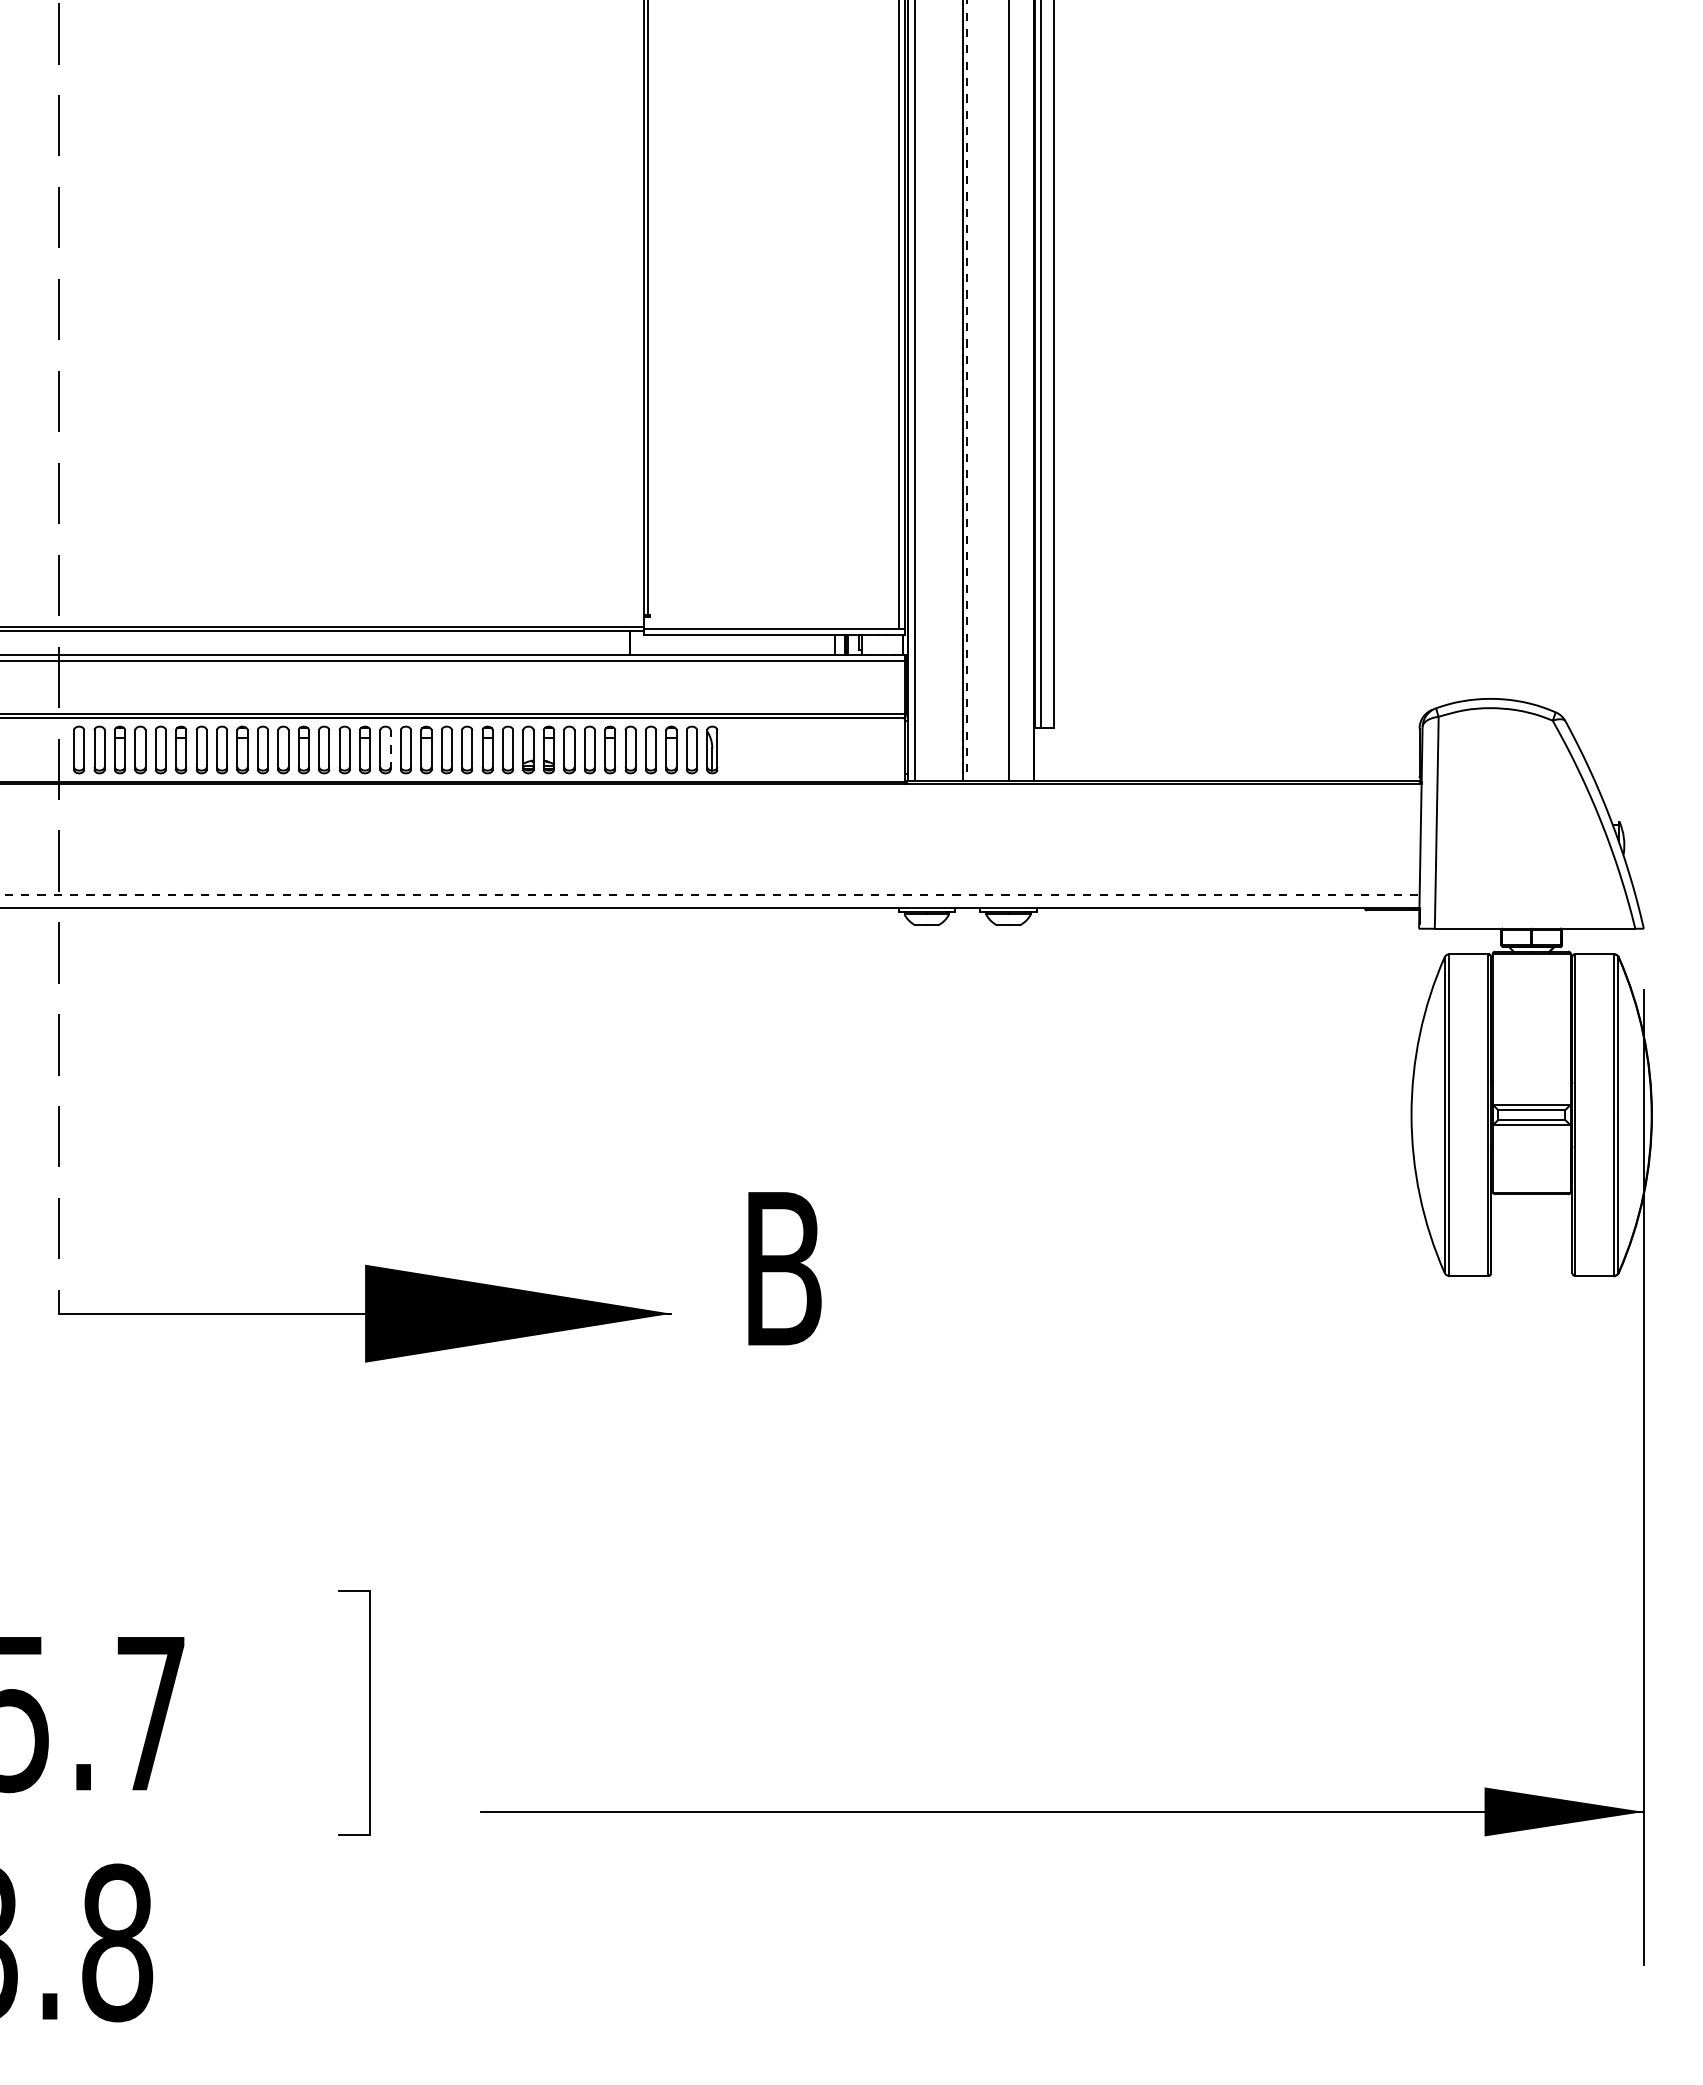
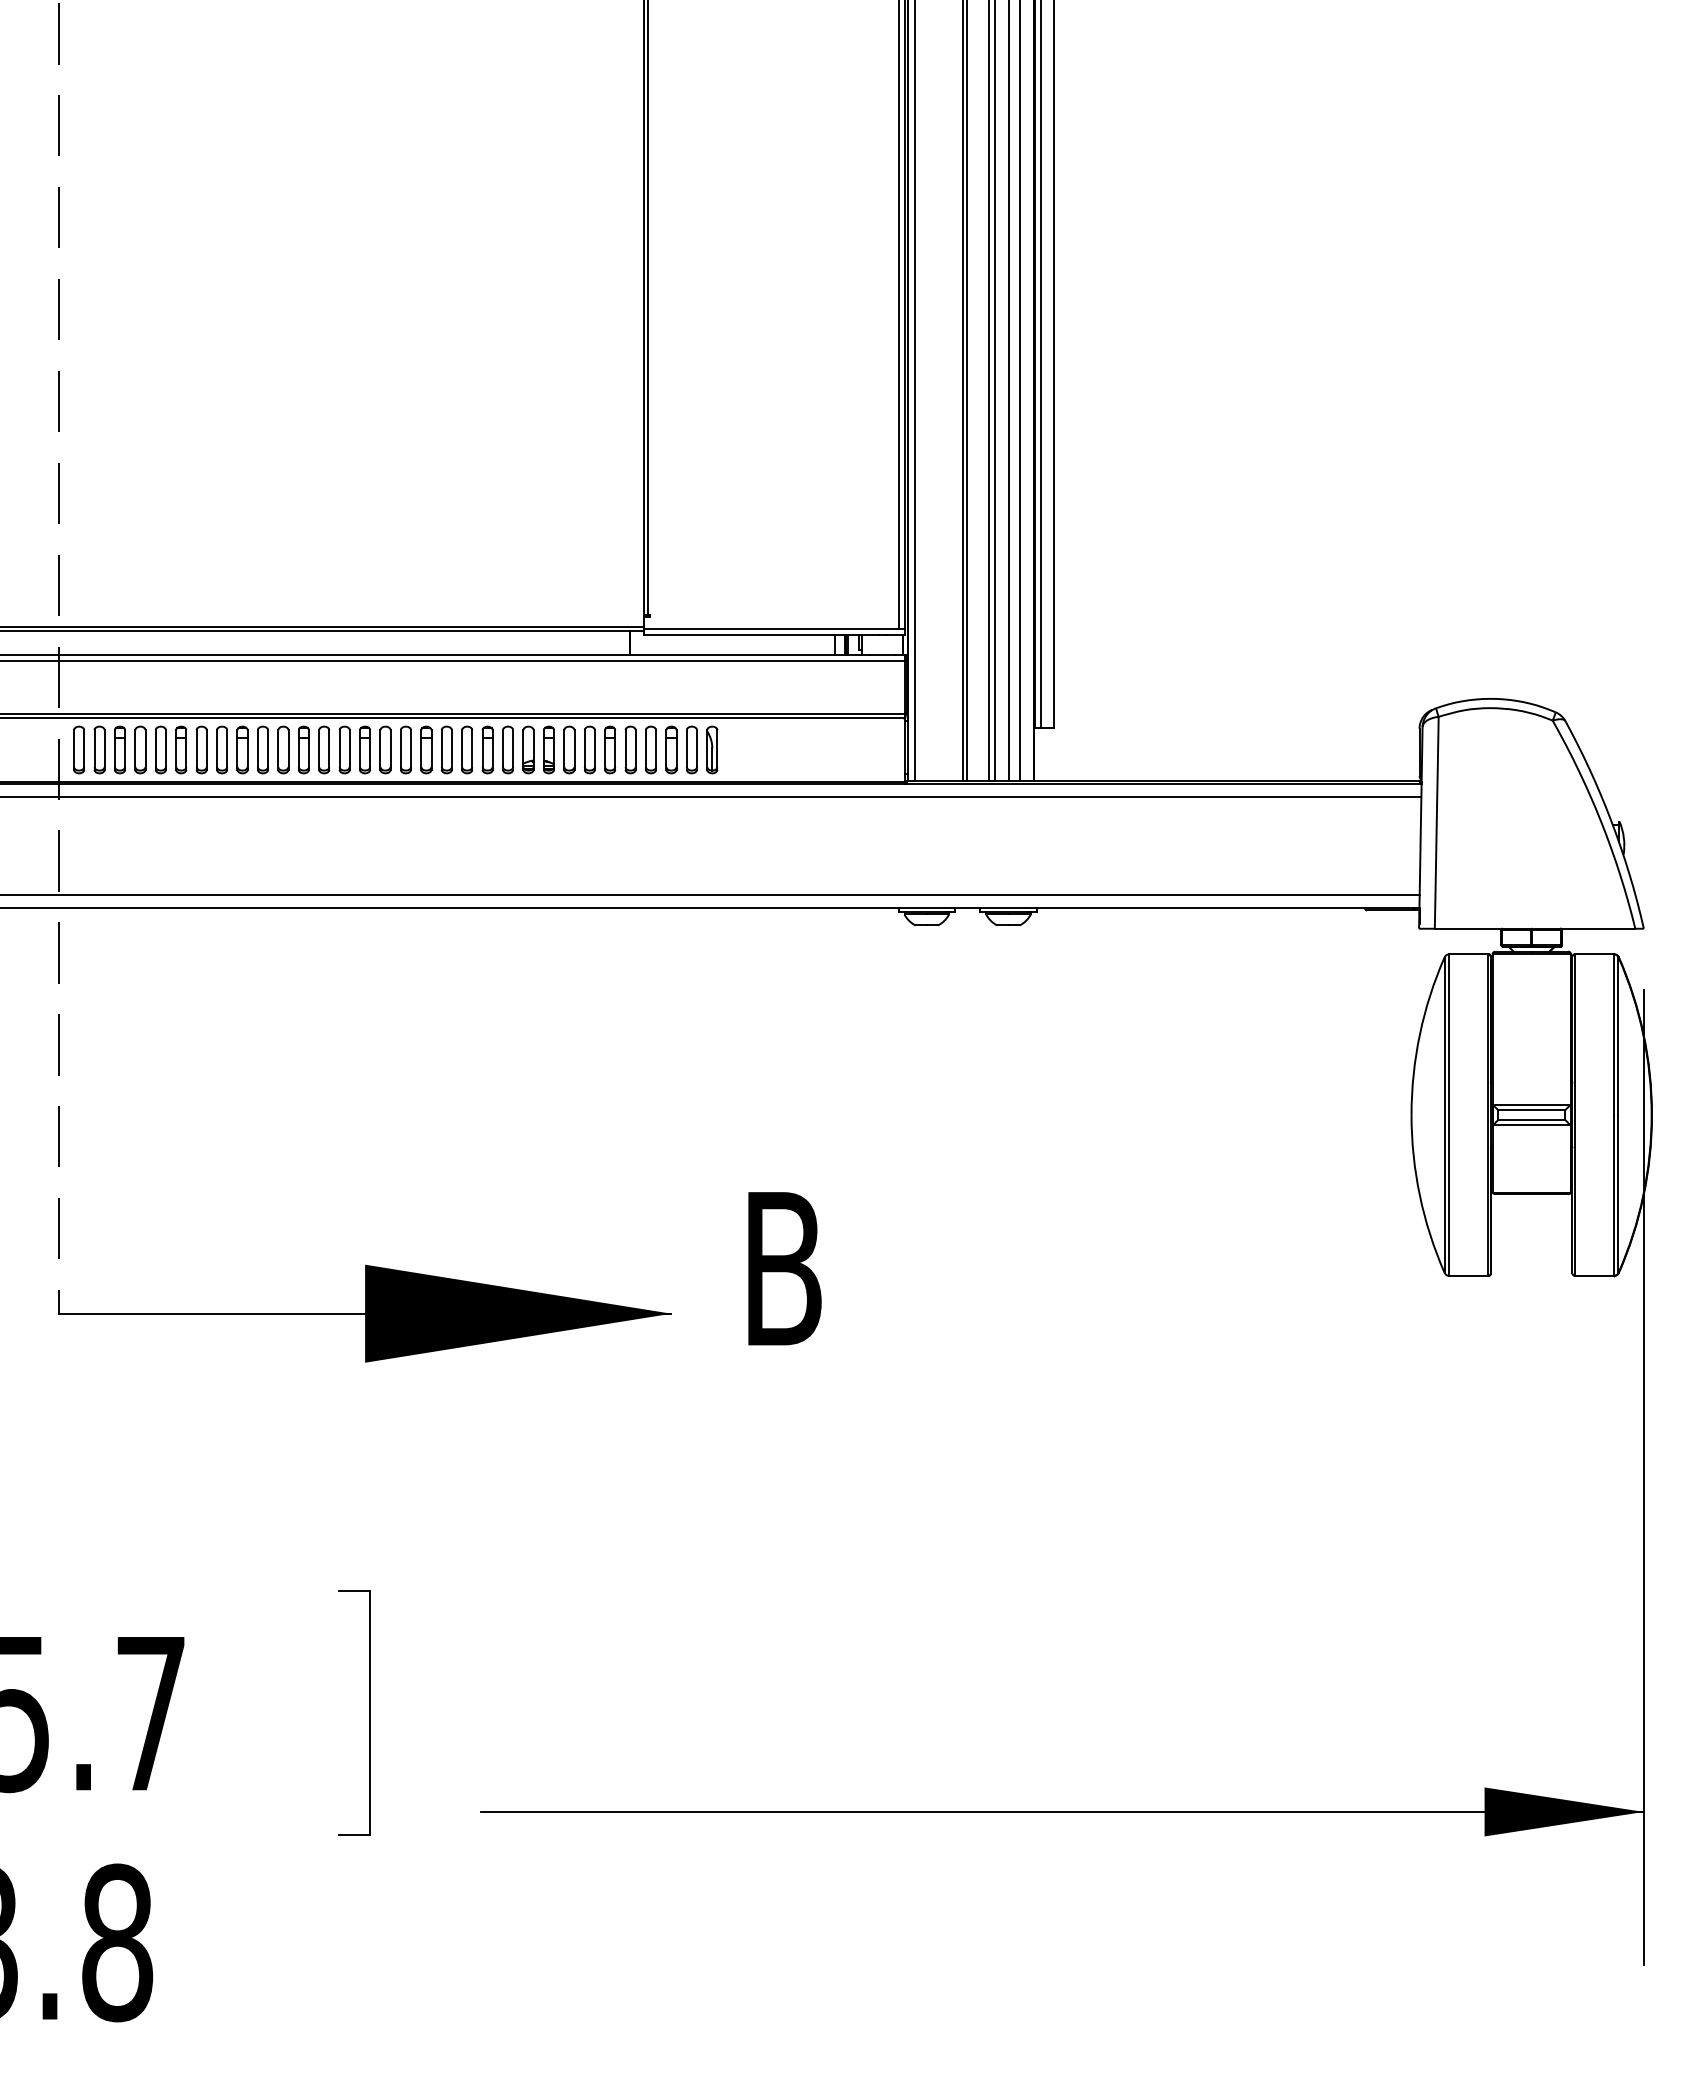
line at (967, 390): dashed -> solid
line at (988, 391): none -> present
line at (995, 391): none -> present
line at (1020, 391): none -> present
line at (390, 750): dashed -> solid
line at (711, 796): none -> present
line at (709, 895): dashed -> solid
